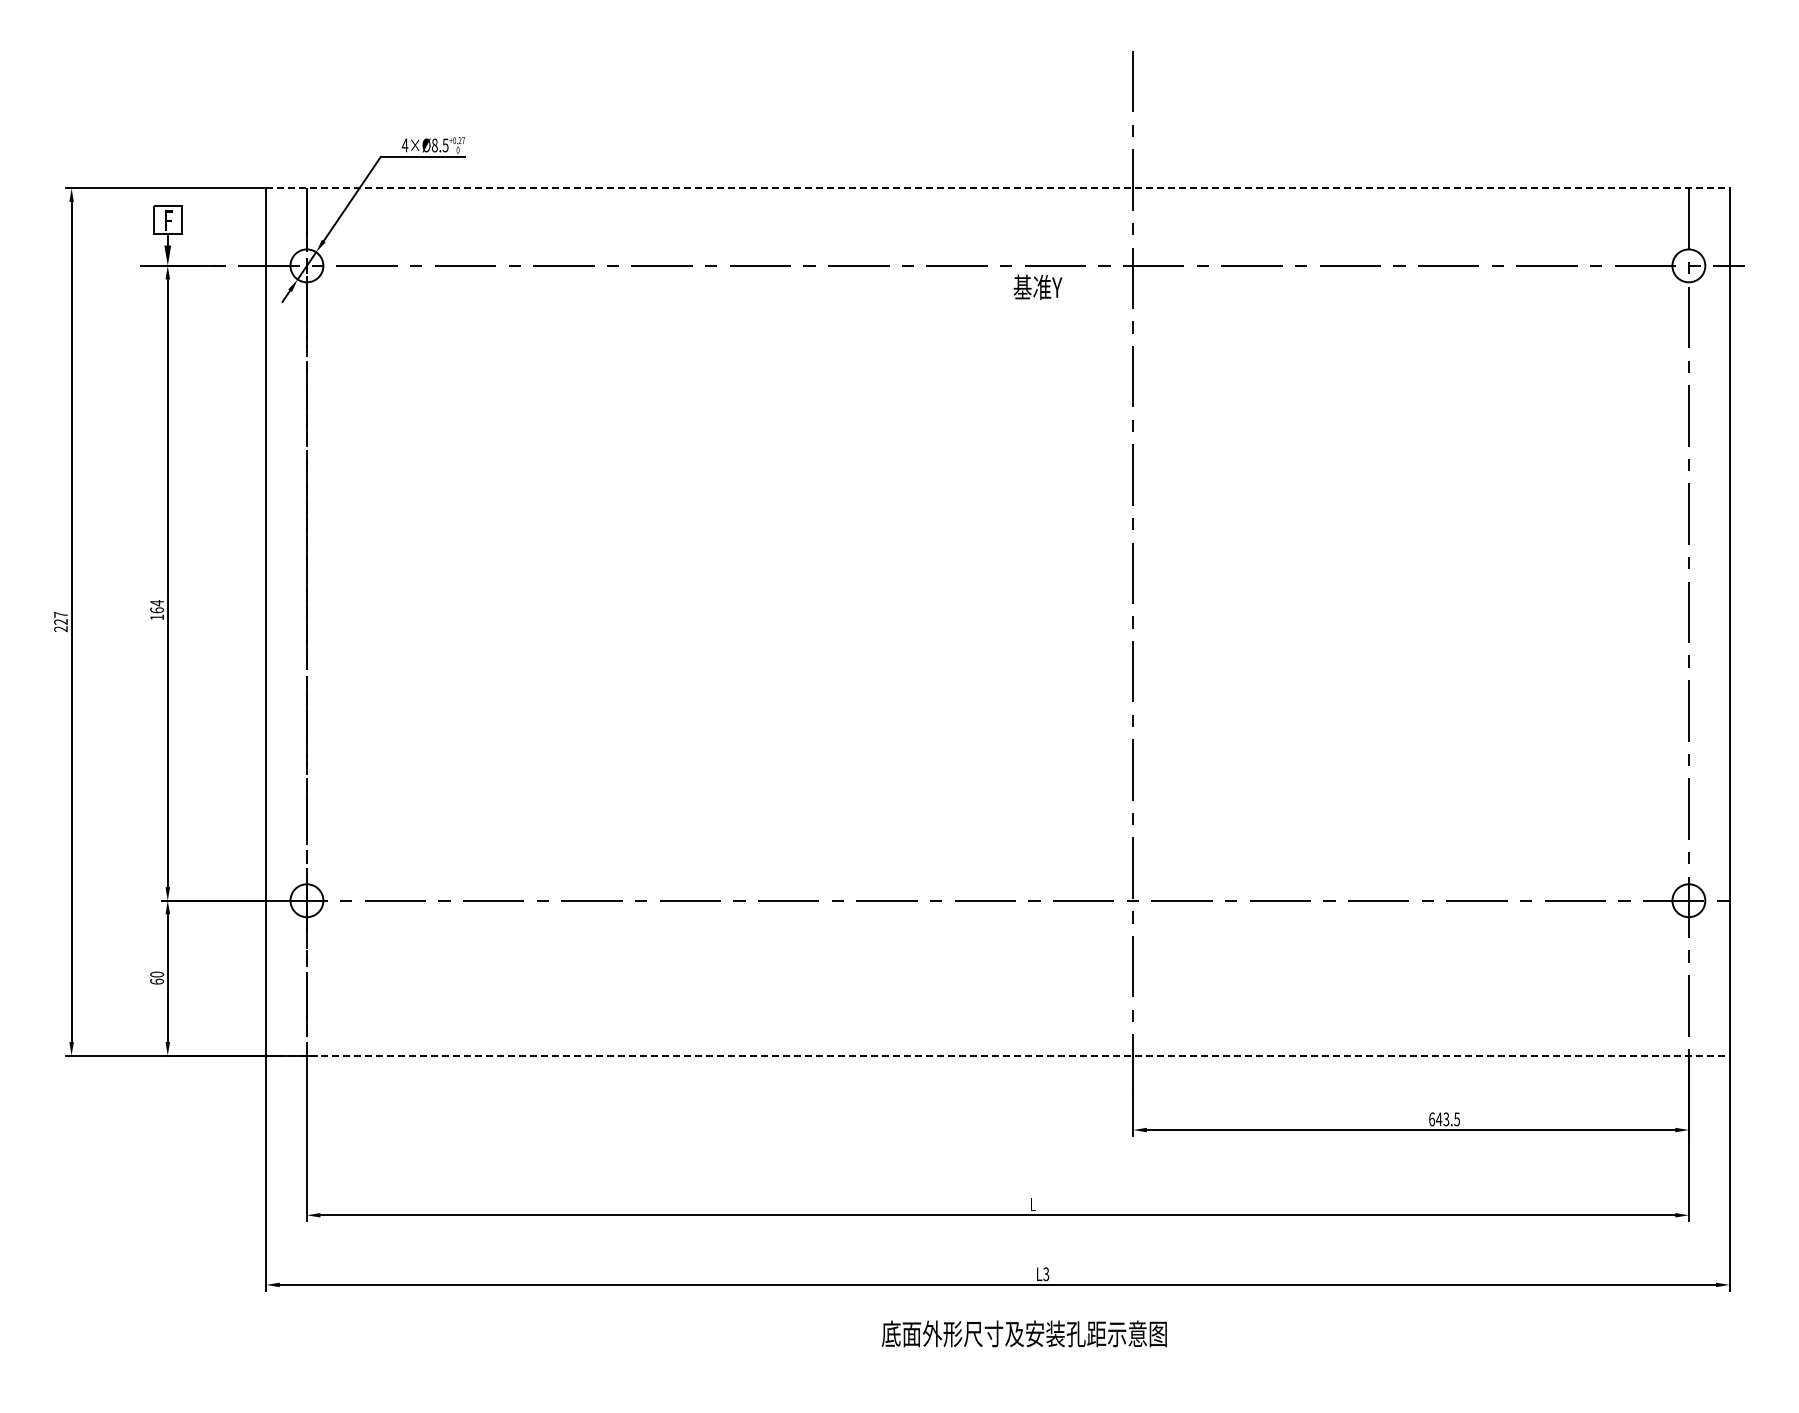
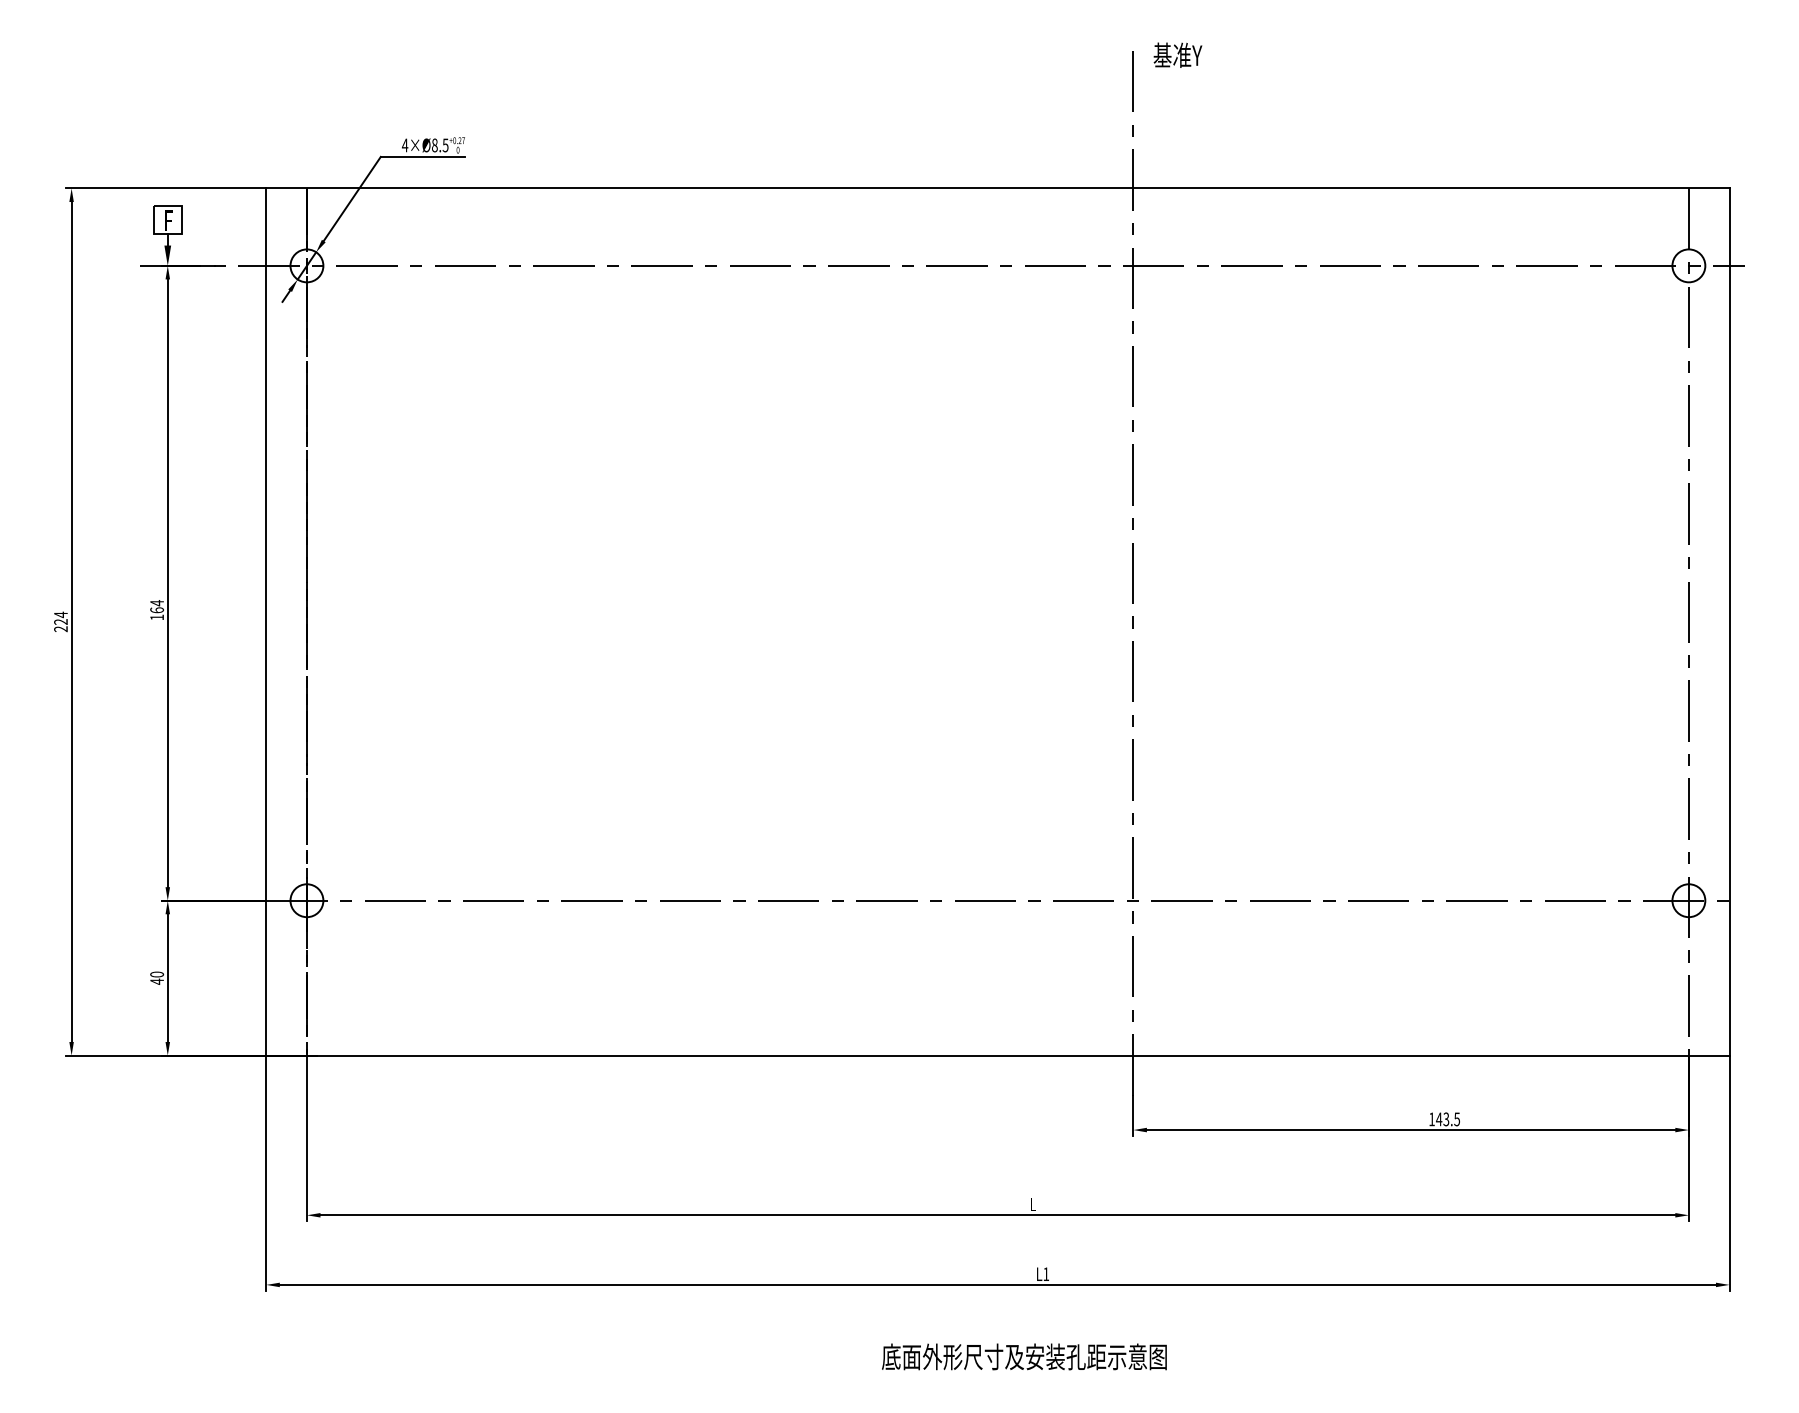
line at (997, 188): dashed -> solid
text at (1037, 286) position: (1037, 286) -> (1177, 54)
text at (60, 614): 227 -> 224
text at (157, 981): 60 -> 40
line at (997, 1055): dashed -> solid
text at (1431, 1119): 643.5 -> 143.5
text at (1046, 1274): L3 -> L1
text at (1024, 1333) position: (1024, 1333) -> (1024, 1356)
